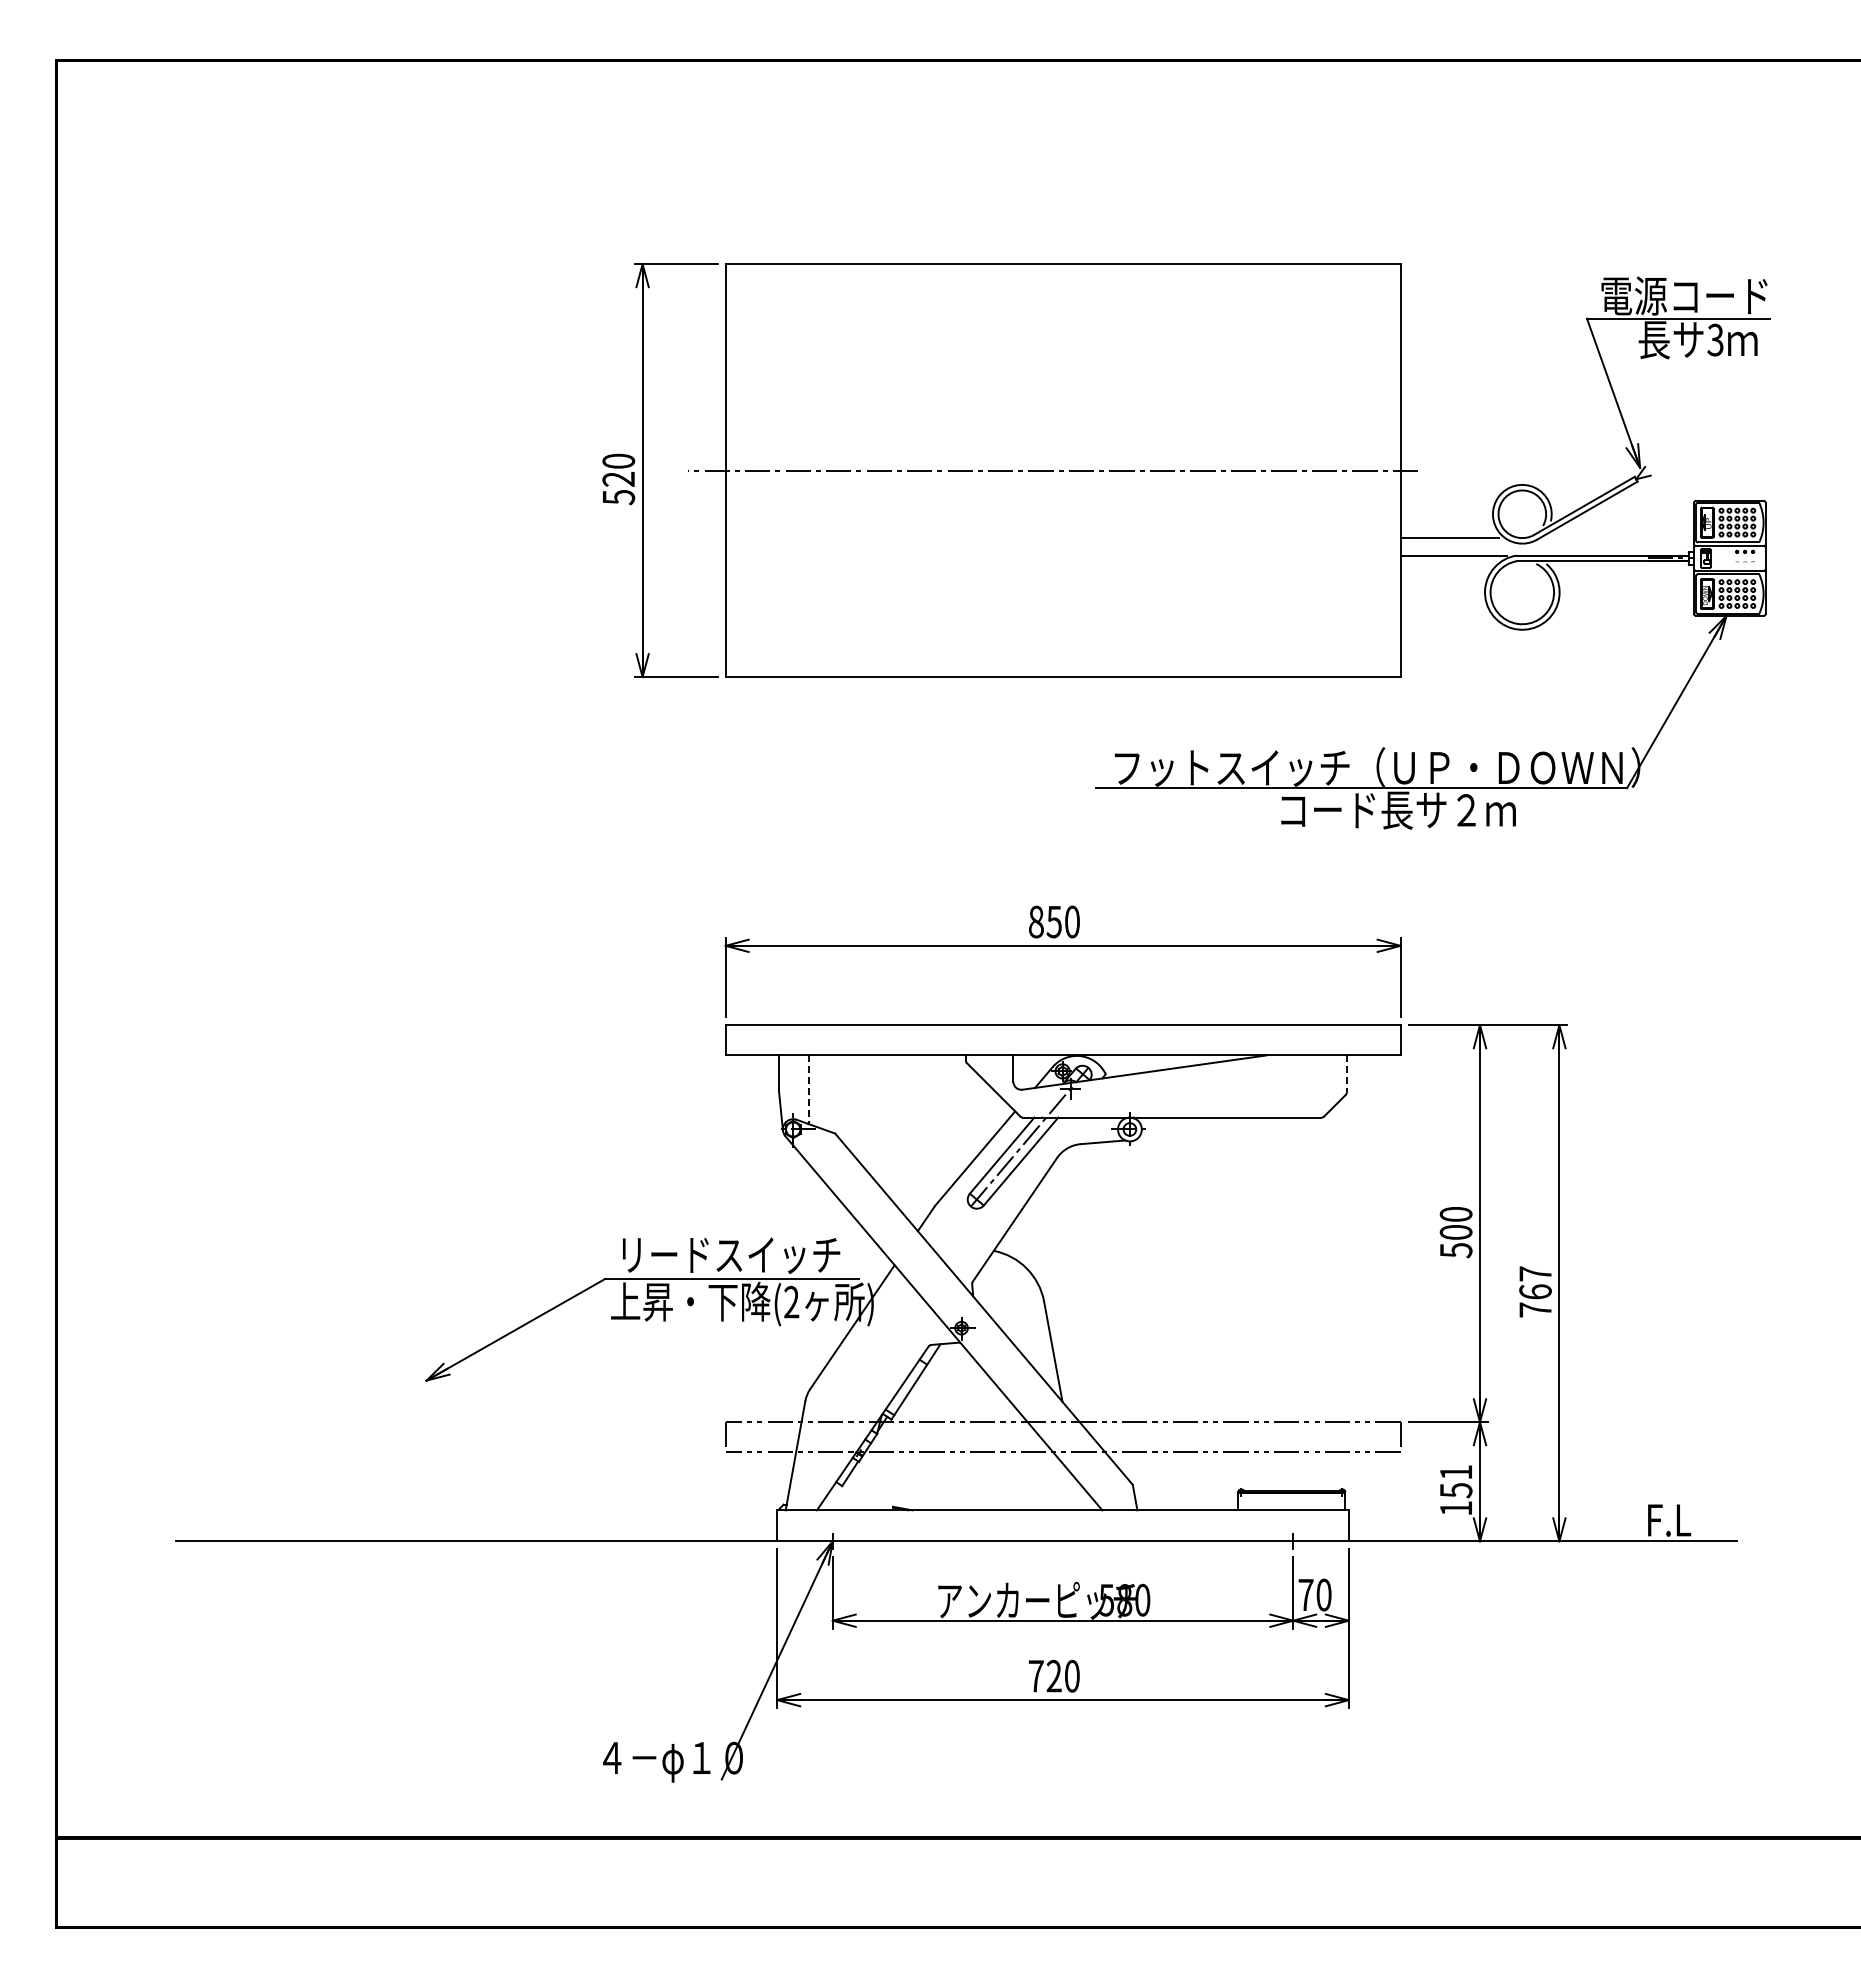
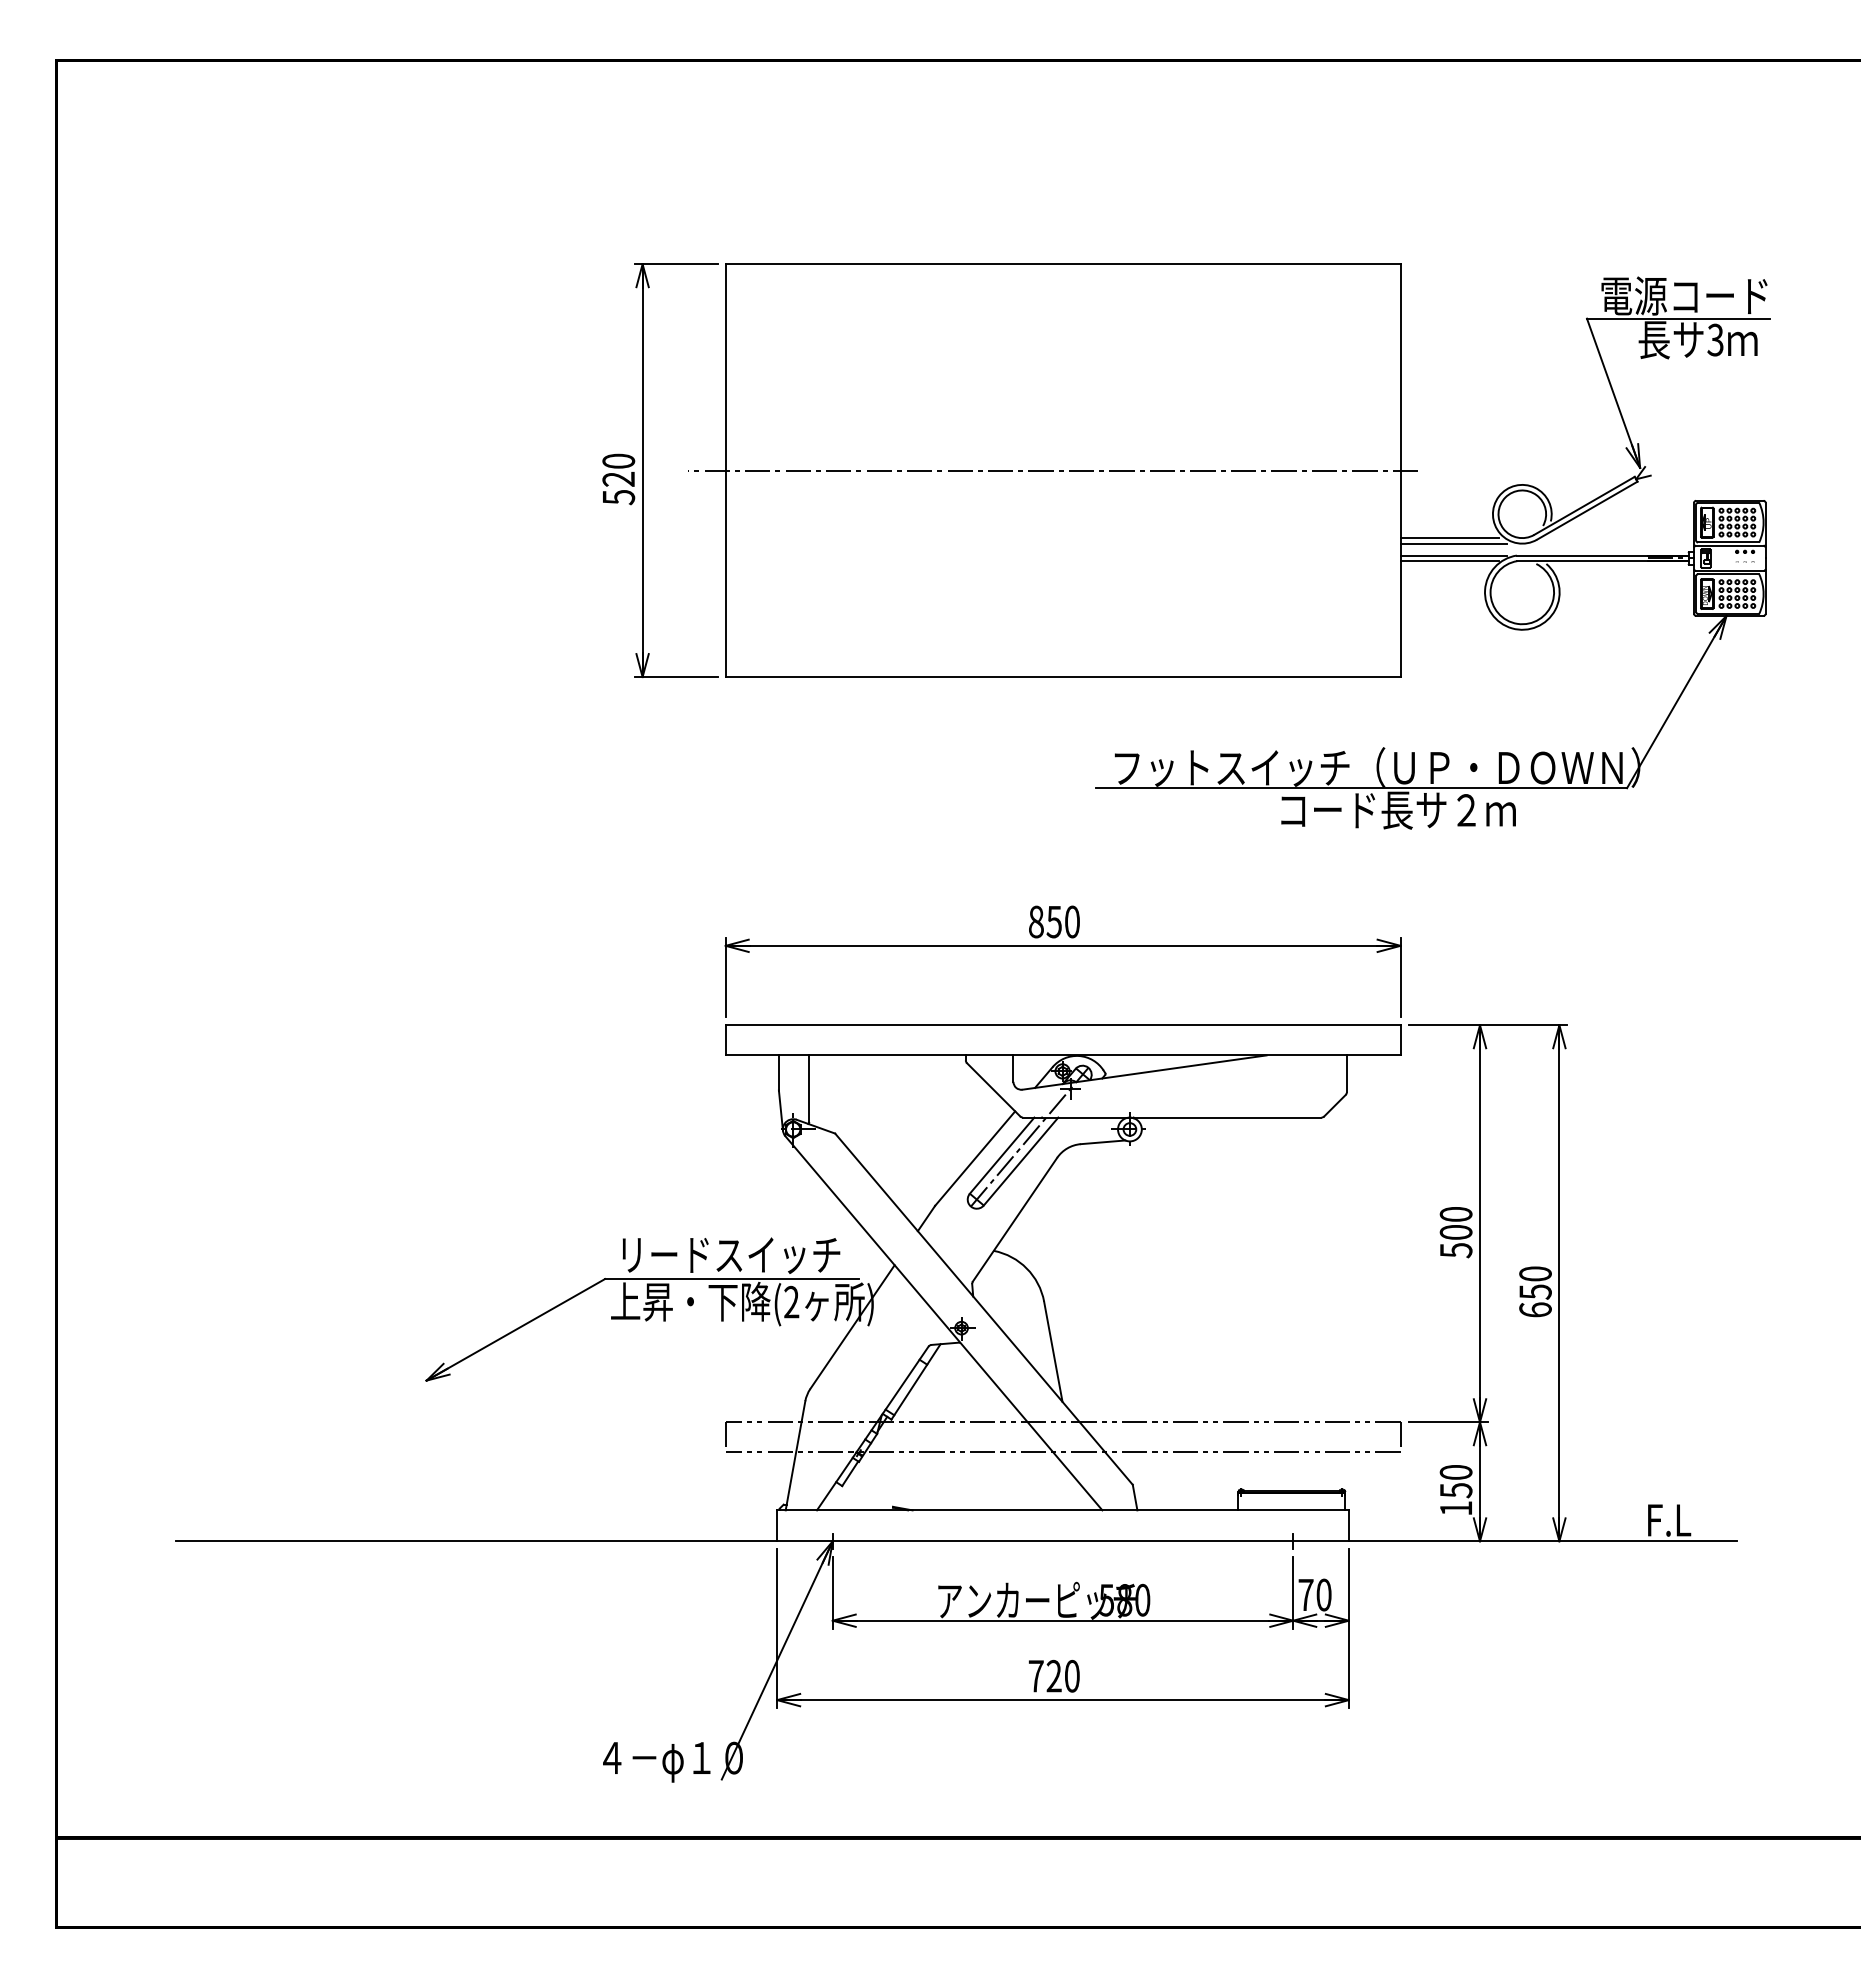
line at (1453, 543): none -> present
line at (1449, 561): none -> present
line at (1346, 1074): dashed -> solid
line at (809, 1089): dashed -> solid
text at (1535, 1291): 767 -> 650
text at (1455, 1472): 151 -> 150
